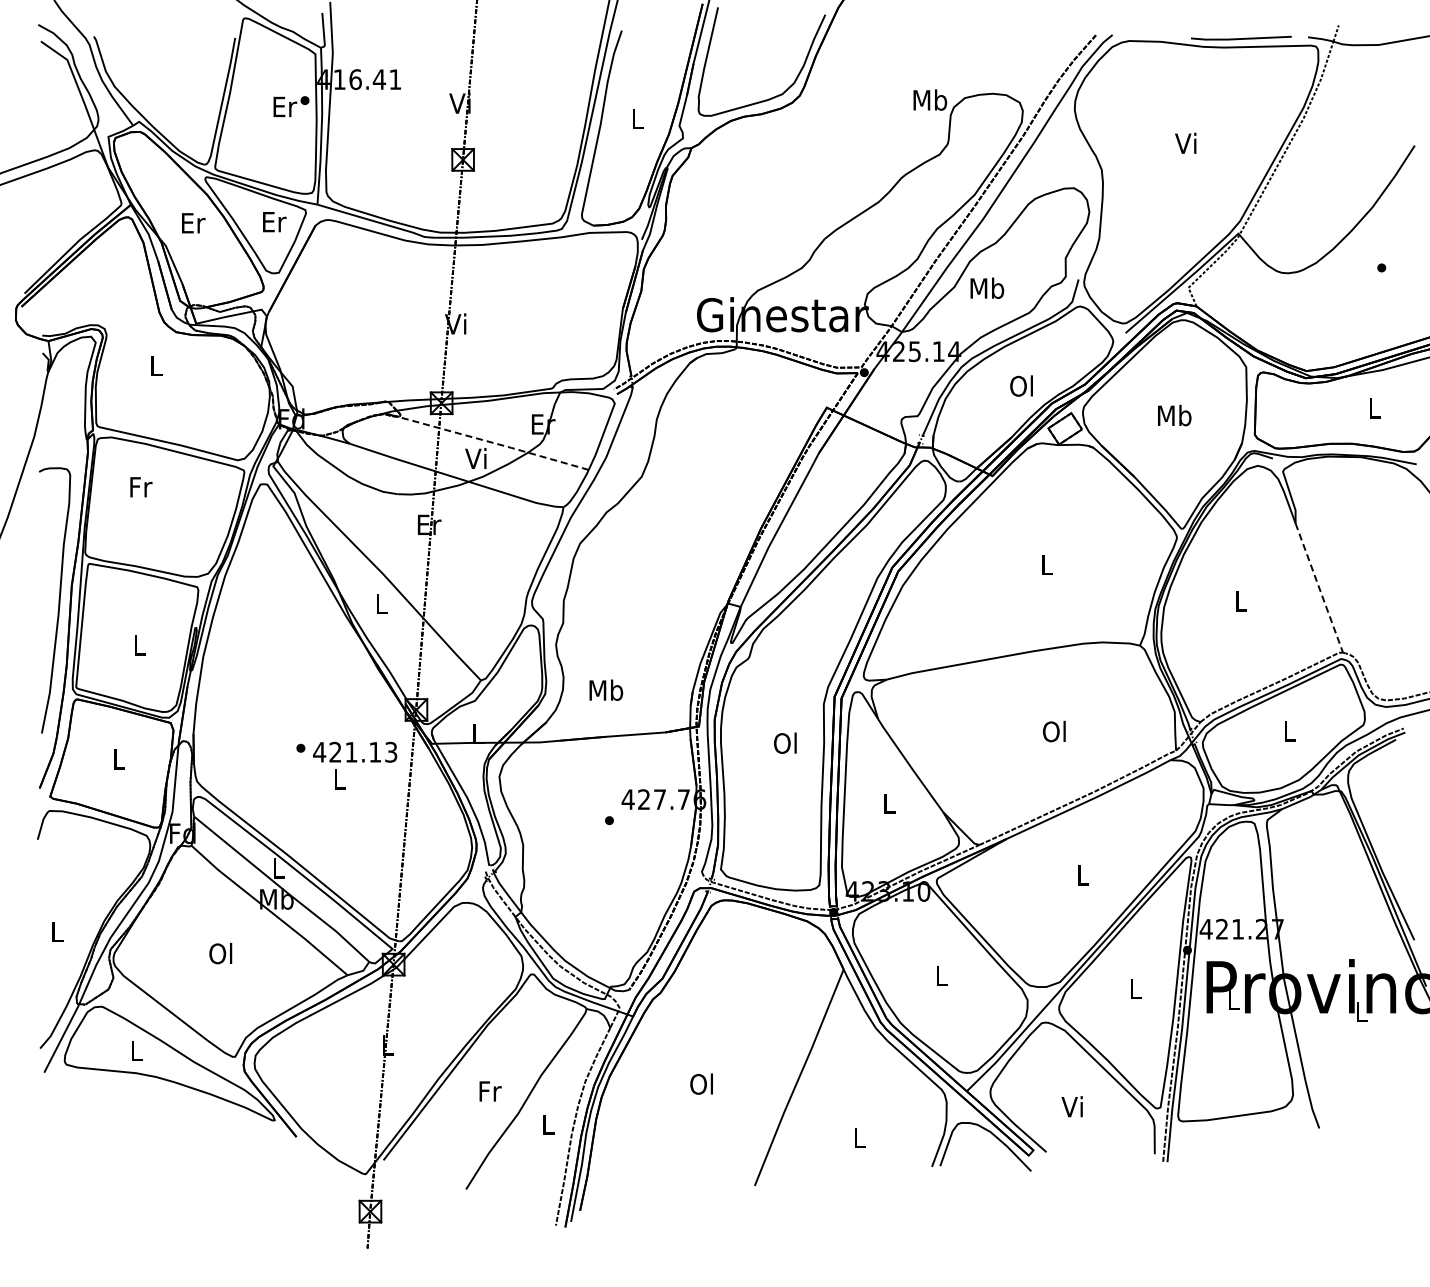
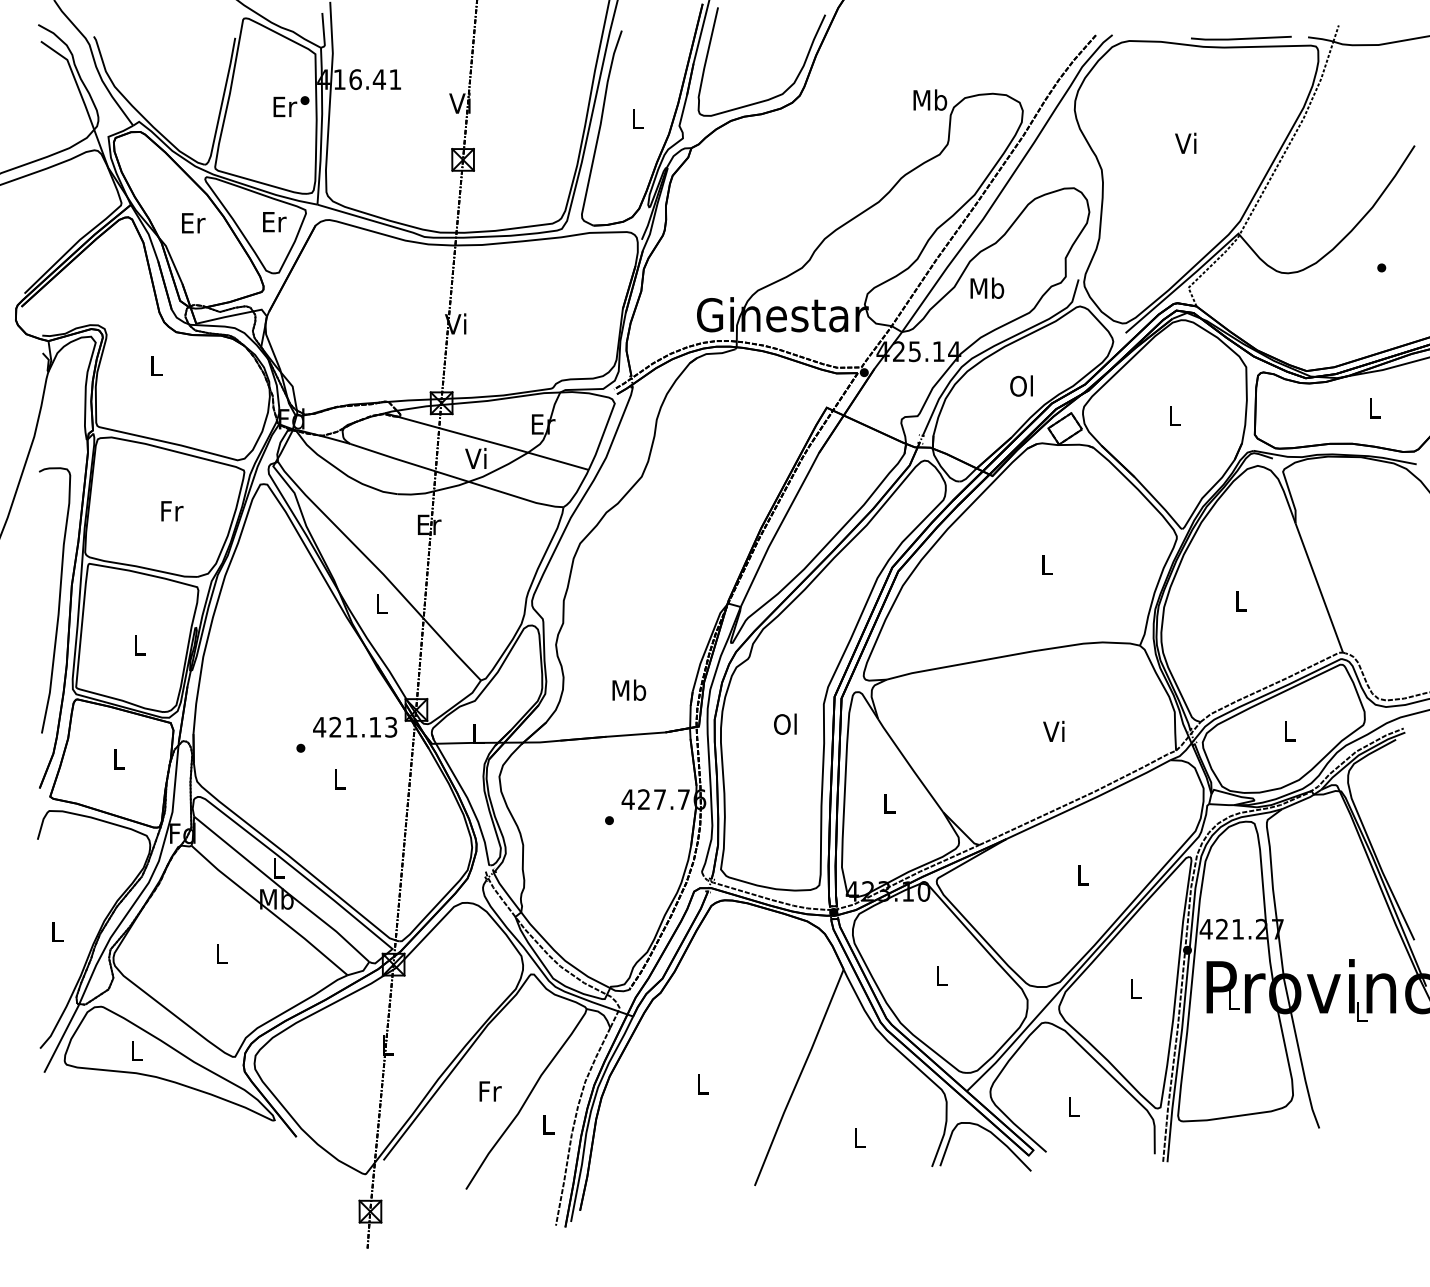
text at (1174, 415): Mb -> L
line at (493, 442): dashed -> solid
text at (141, 487) position: (141, 487) -> (172, 511)
line at (1319, 588): dashed -> solid
text at (606, 689) position: (606, 689) -> (629, 689)
text at (1054, 731): Ol -> Vi
text at (785, 742) position: (785, 742) -> (785, 723)
text at (355, 751) position: (355, 751) -> (355, 726)
text at (220, 953): Ol -> L
text at (701, 1083): Ol -> L
text at (1071, 1106): Vi -> L
